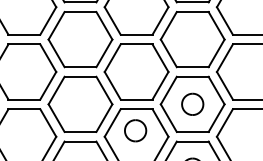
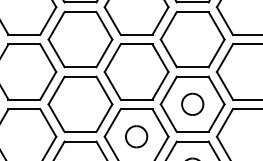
part at (135, 130) position: (135, 130) -> (136, 136)
